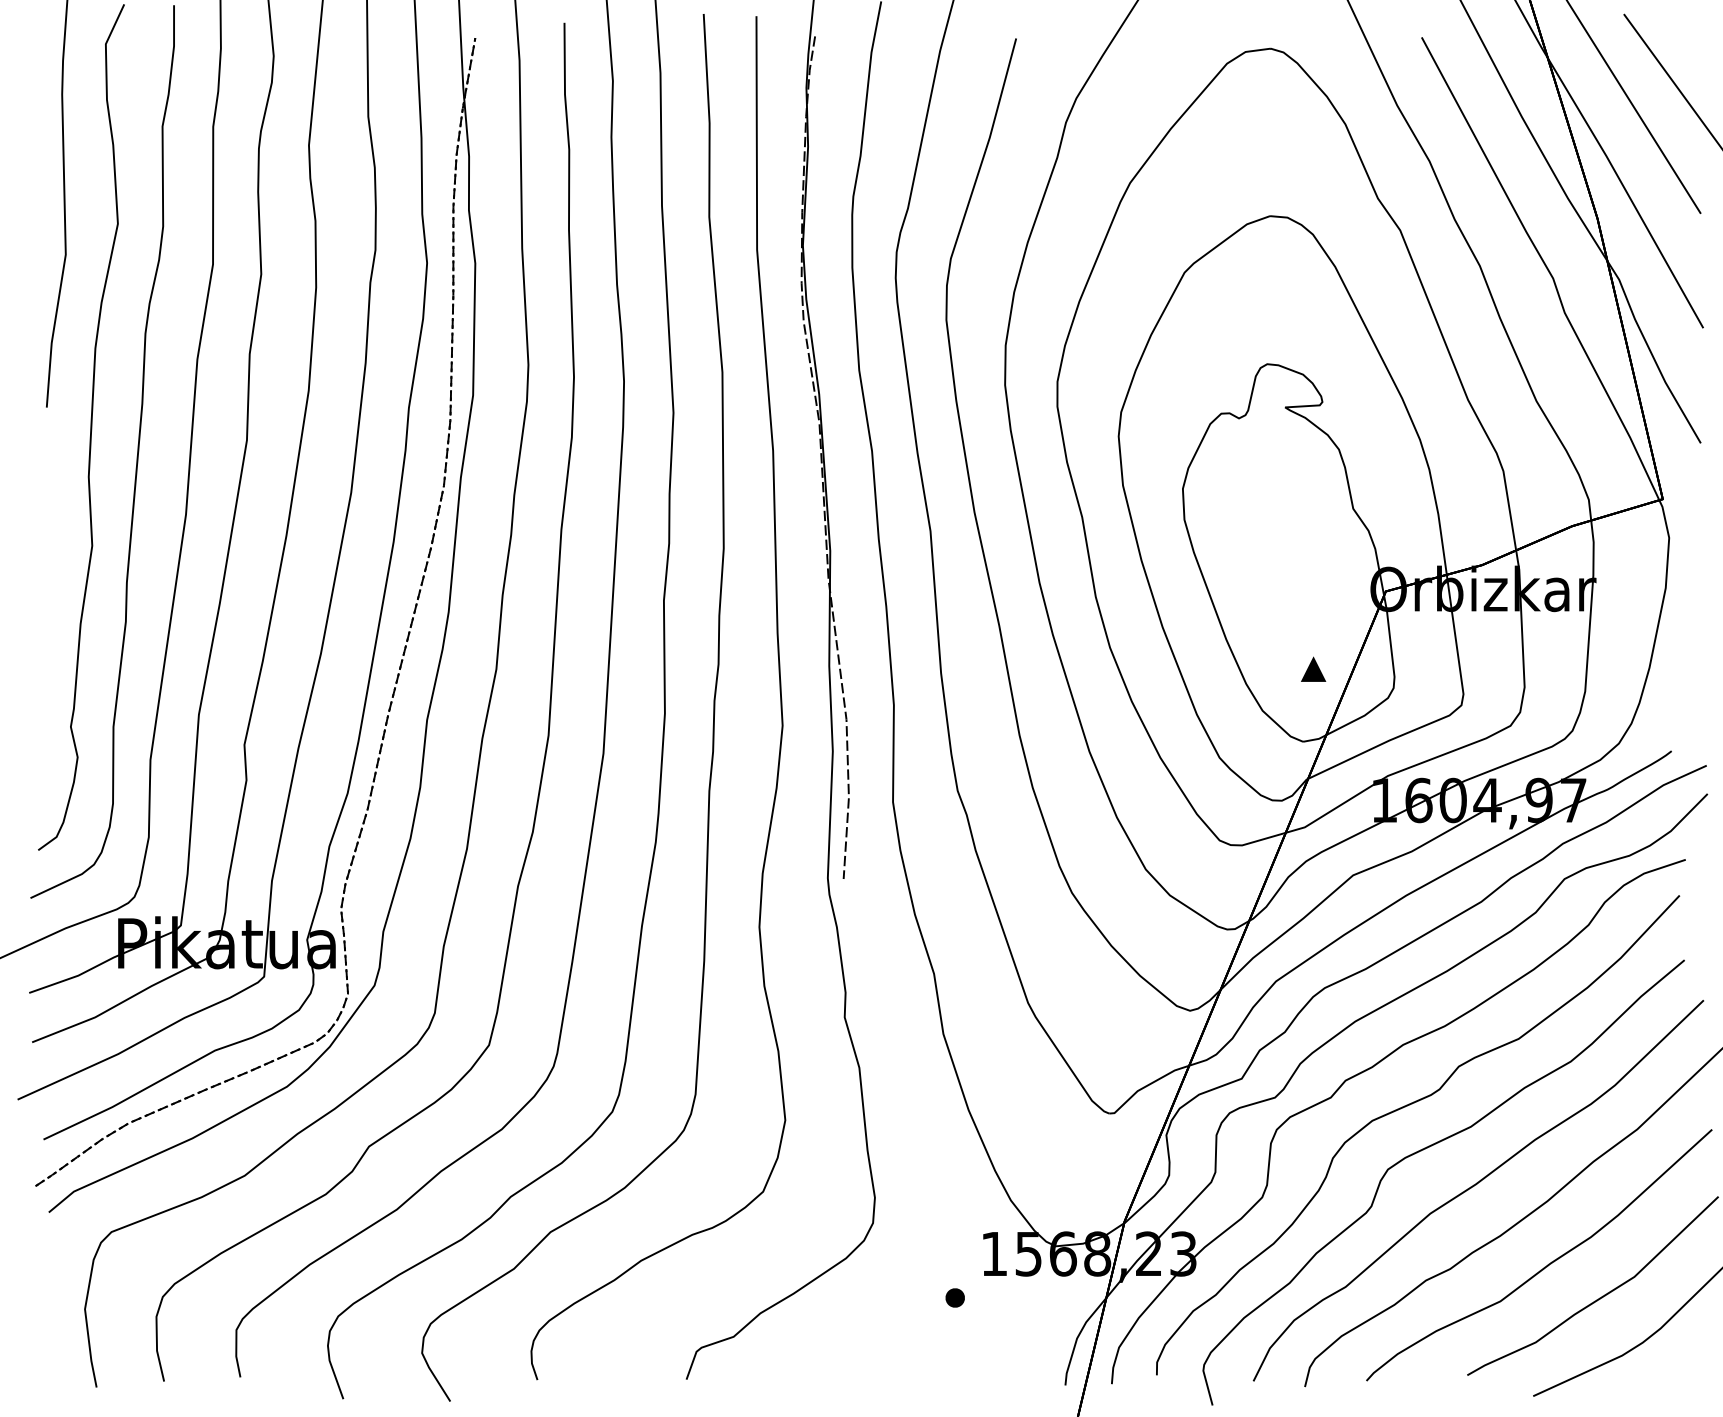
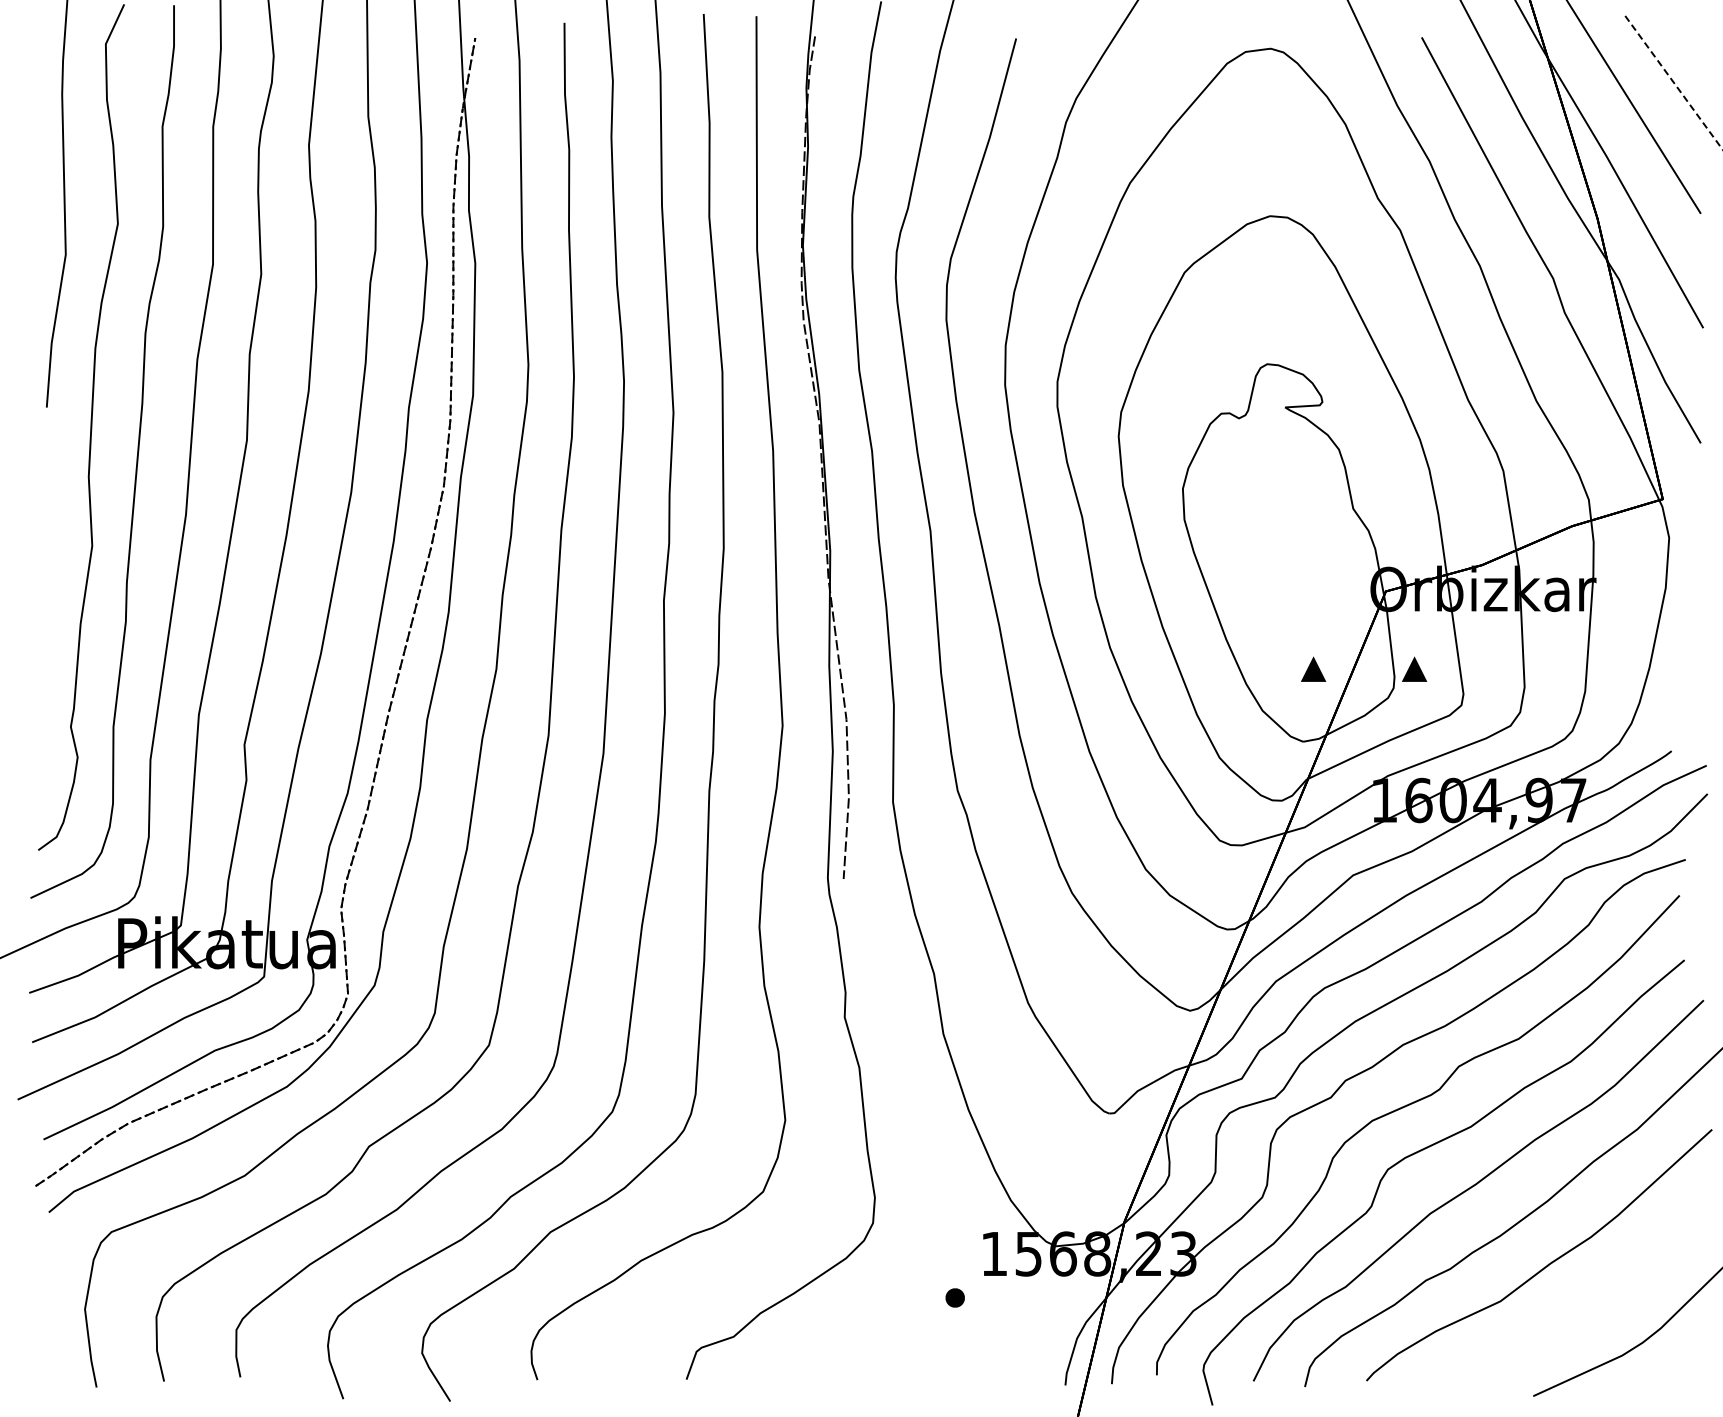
line at (1673, 81): solid -> dashed
part at (1414, 668): none -> present
curve at (1599, 1297): present -> none
